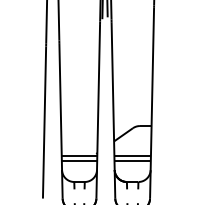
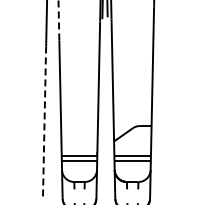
line at (58, 20): solid -> dashed
line at (44, 123): solid -> dashed
